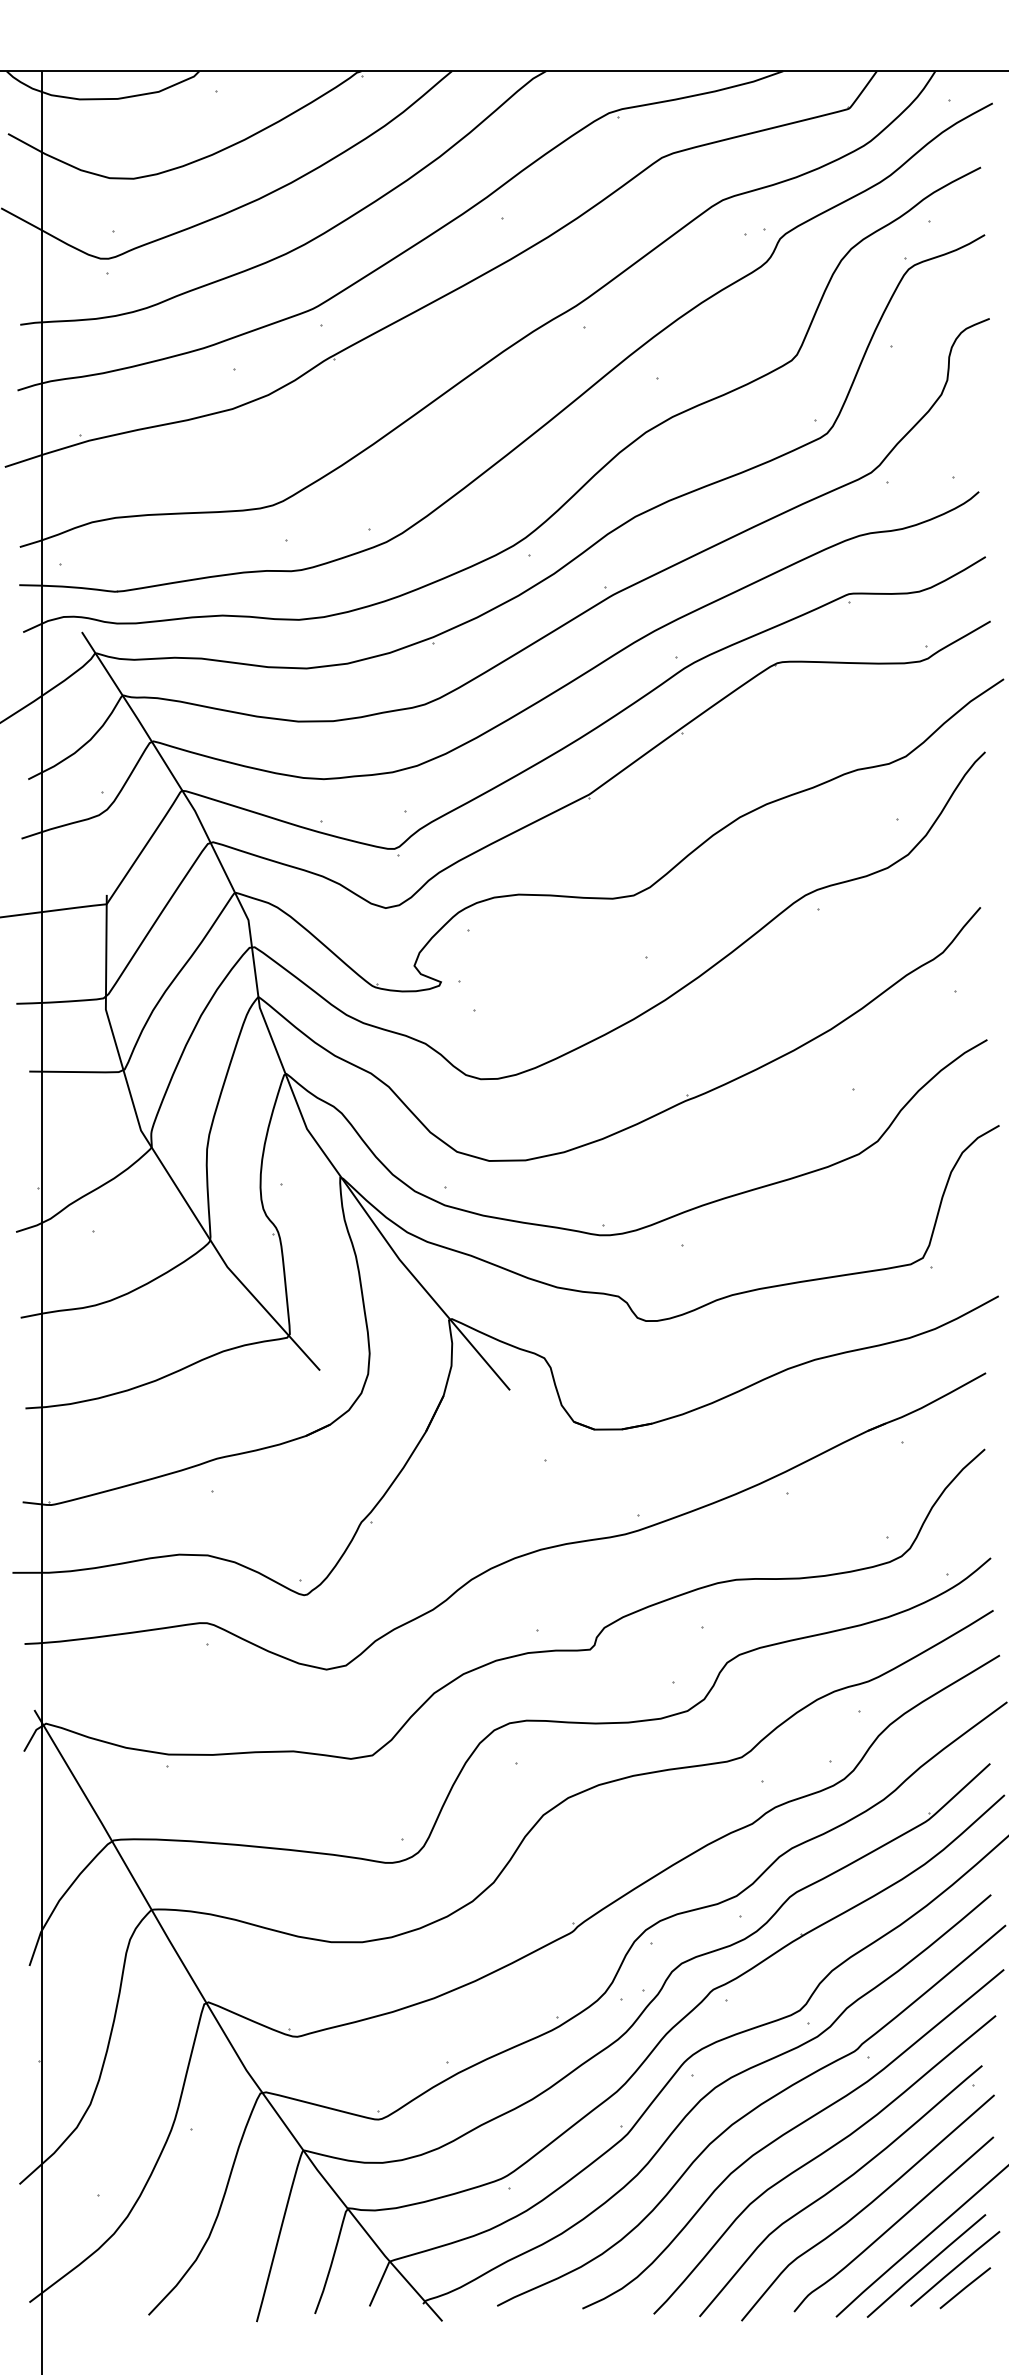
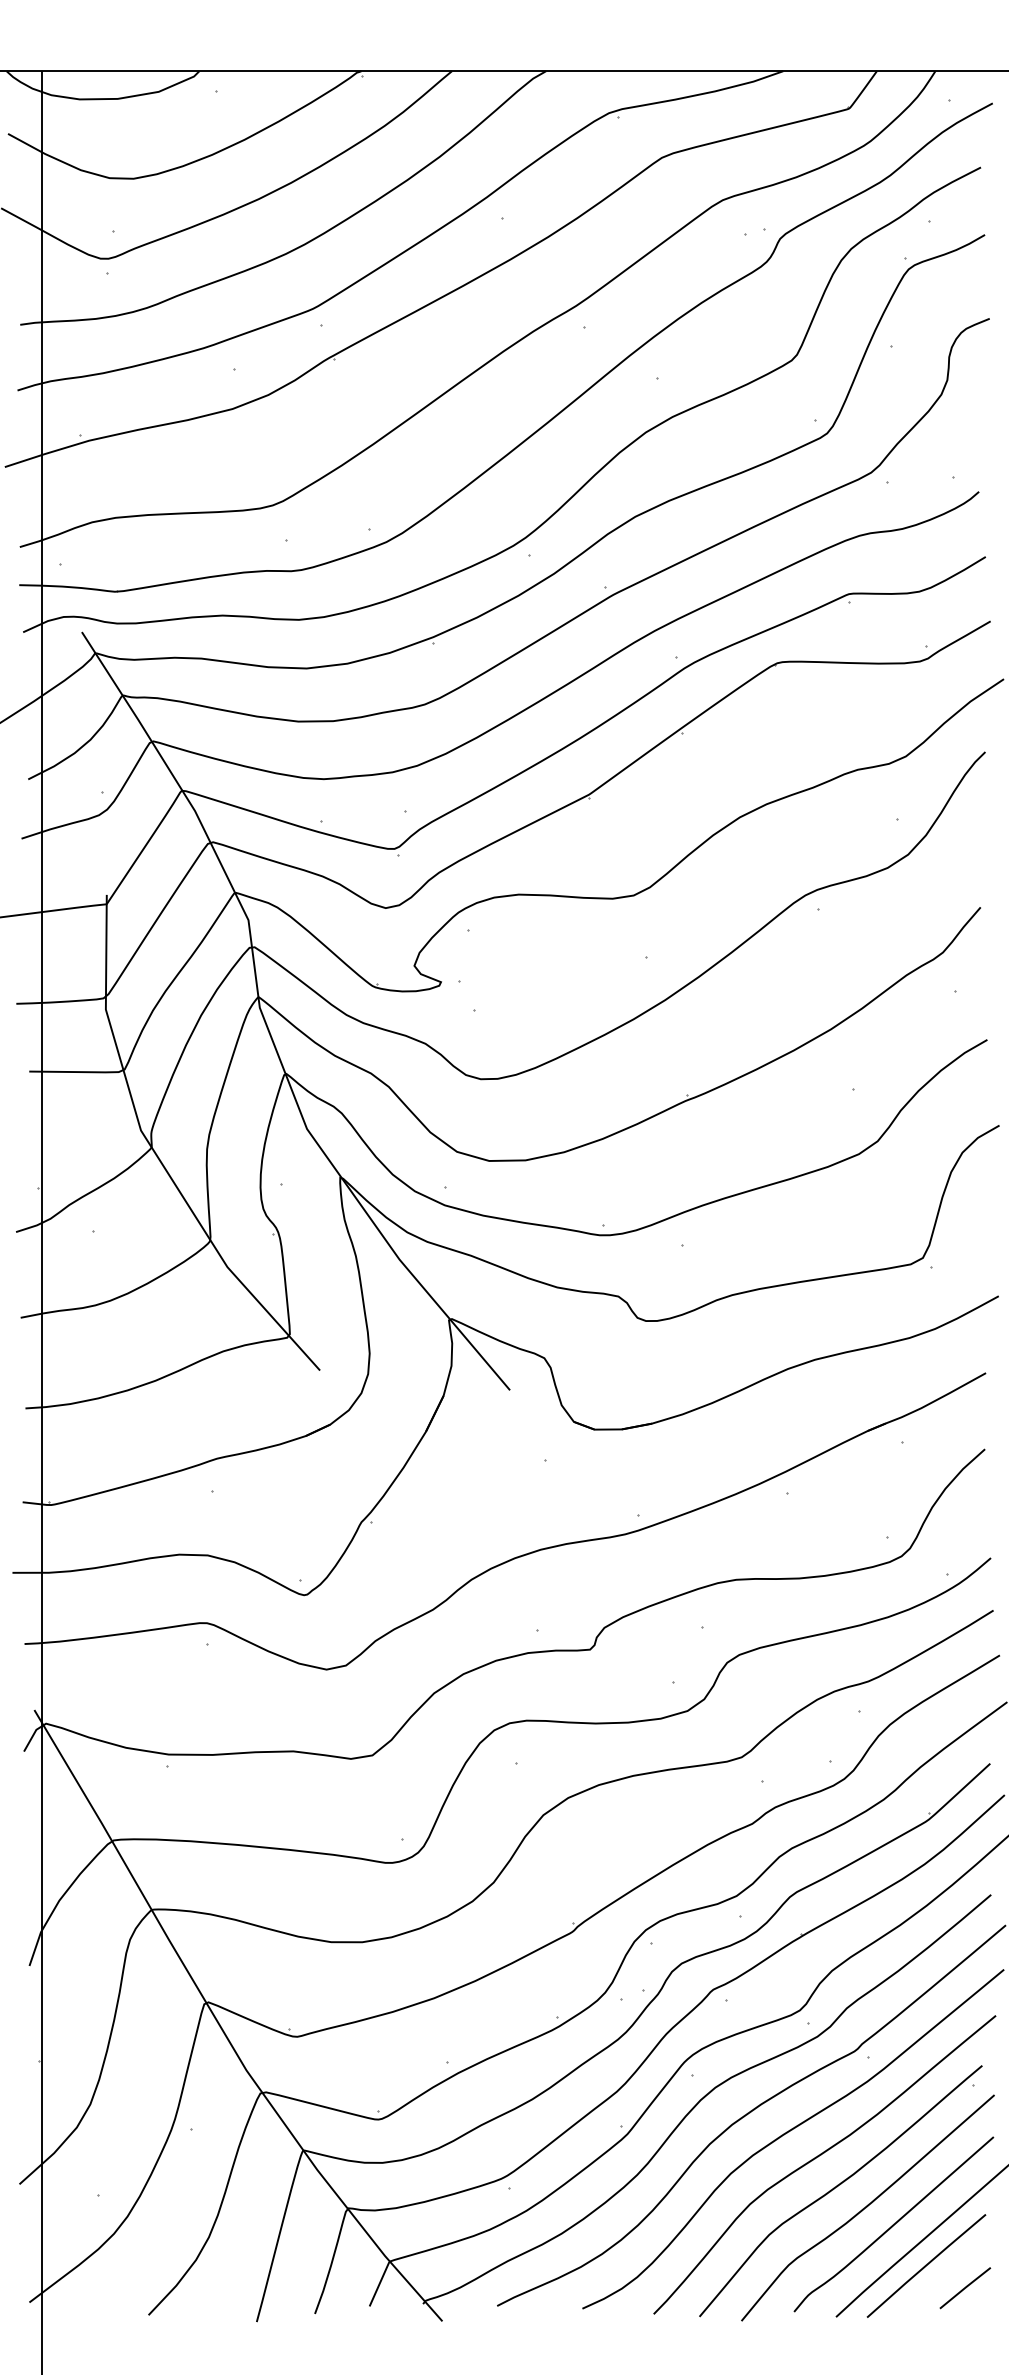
line at (955, 2268): present -> none
